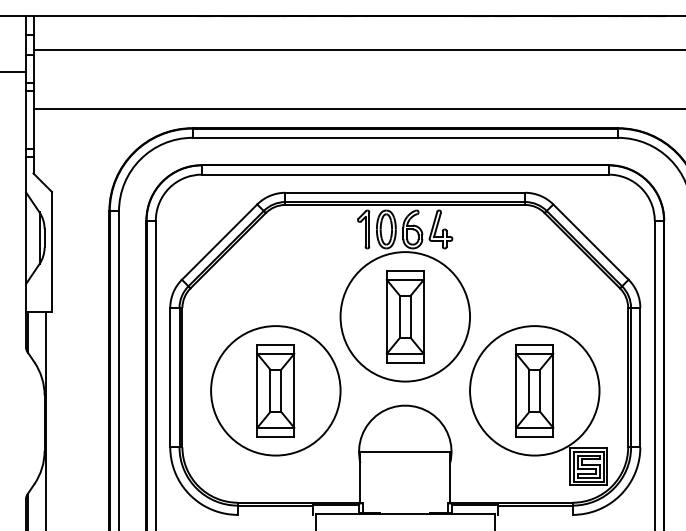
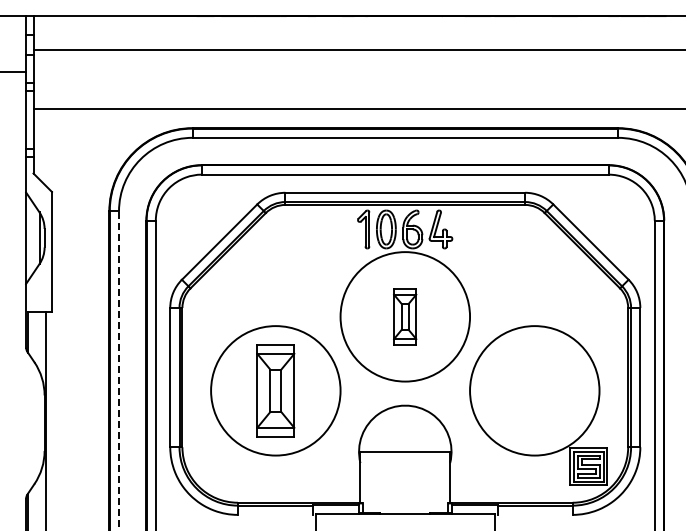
part at (404, 316) size: 40x94 px -> 25x58 px
line at (119, 370): solid -> dashed
part at (534, 390): present -> none
